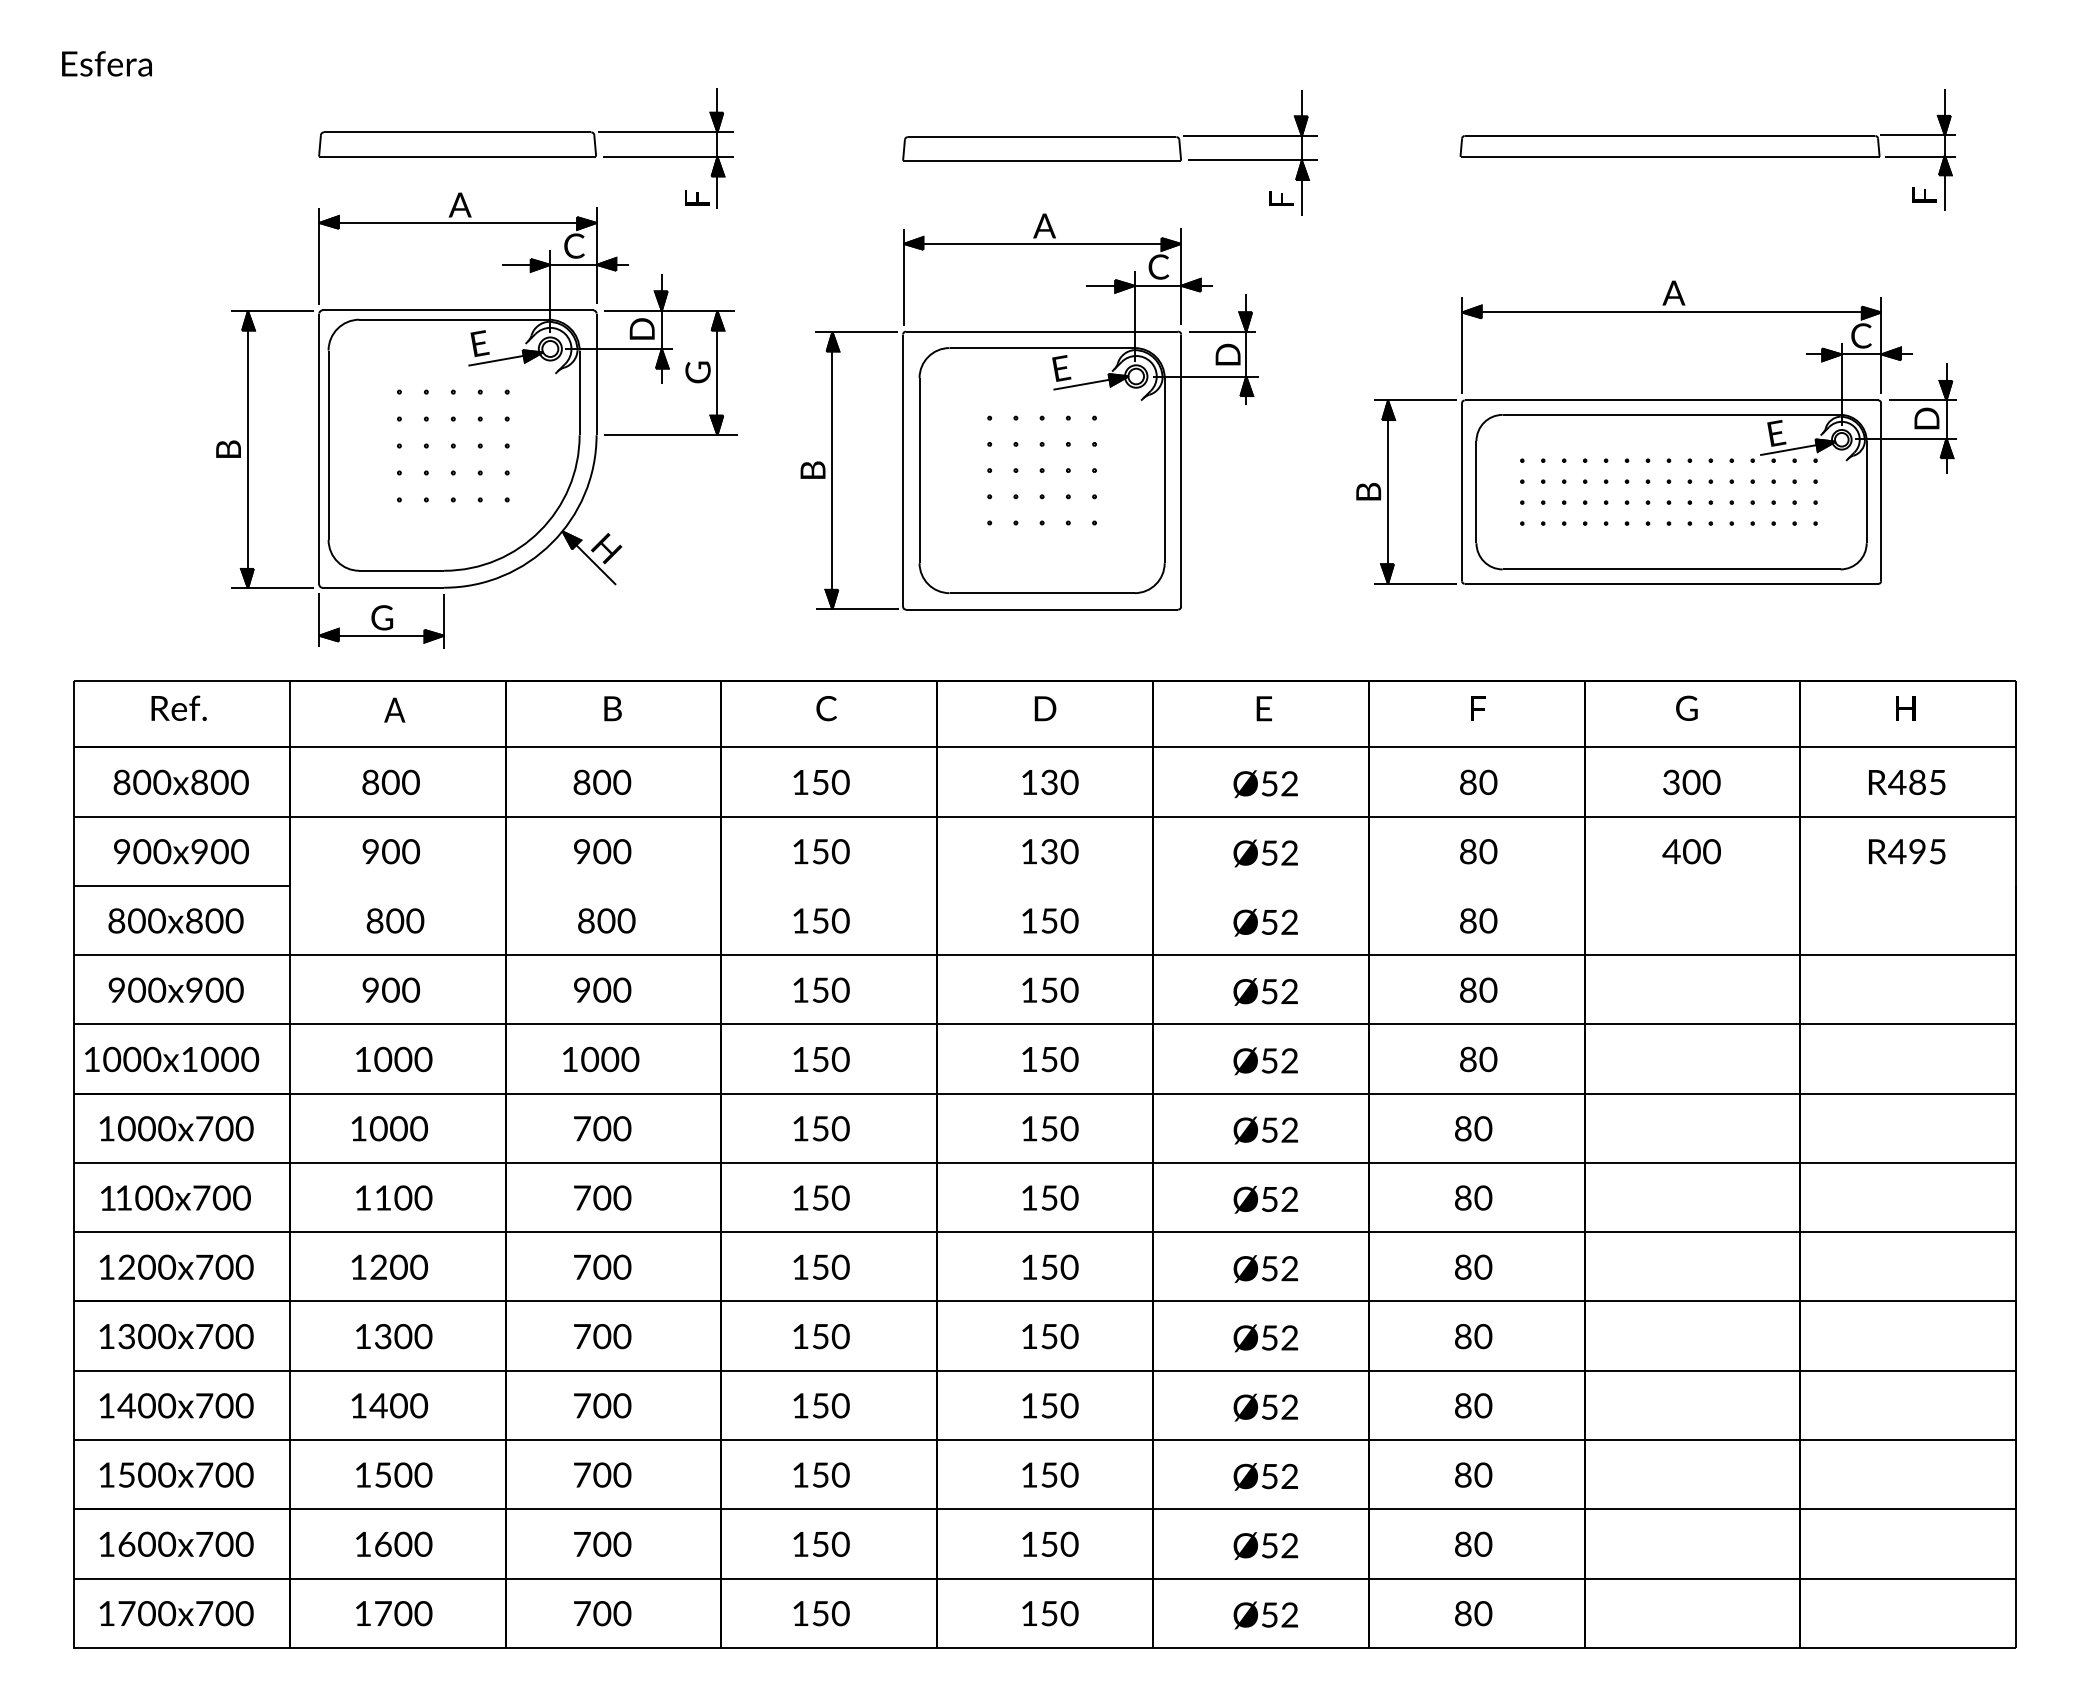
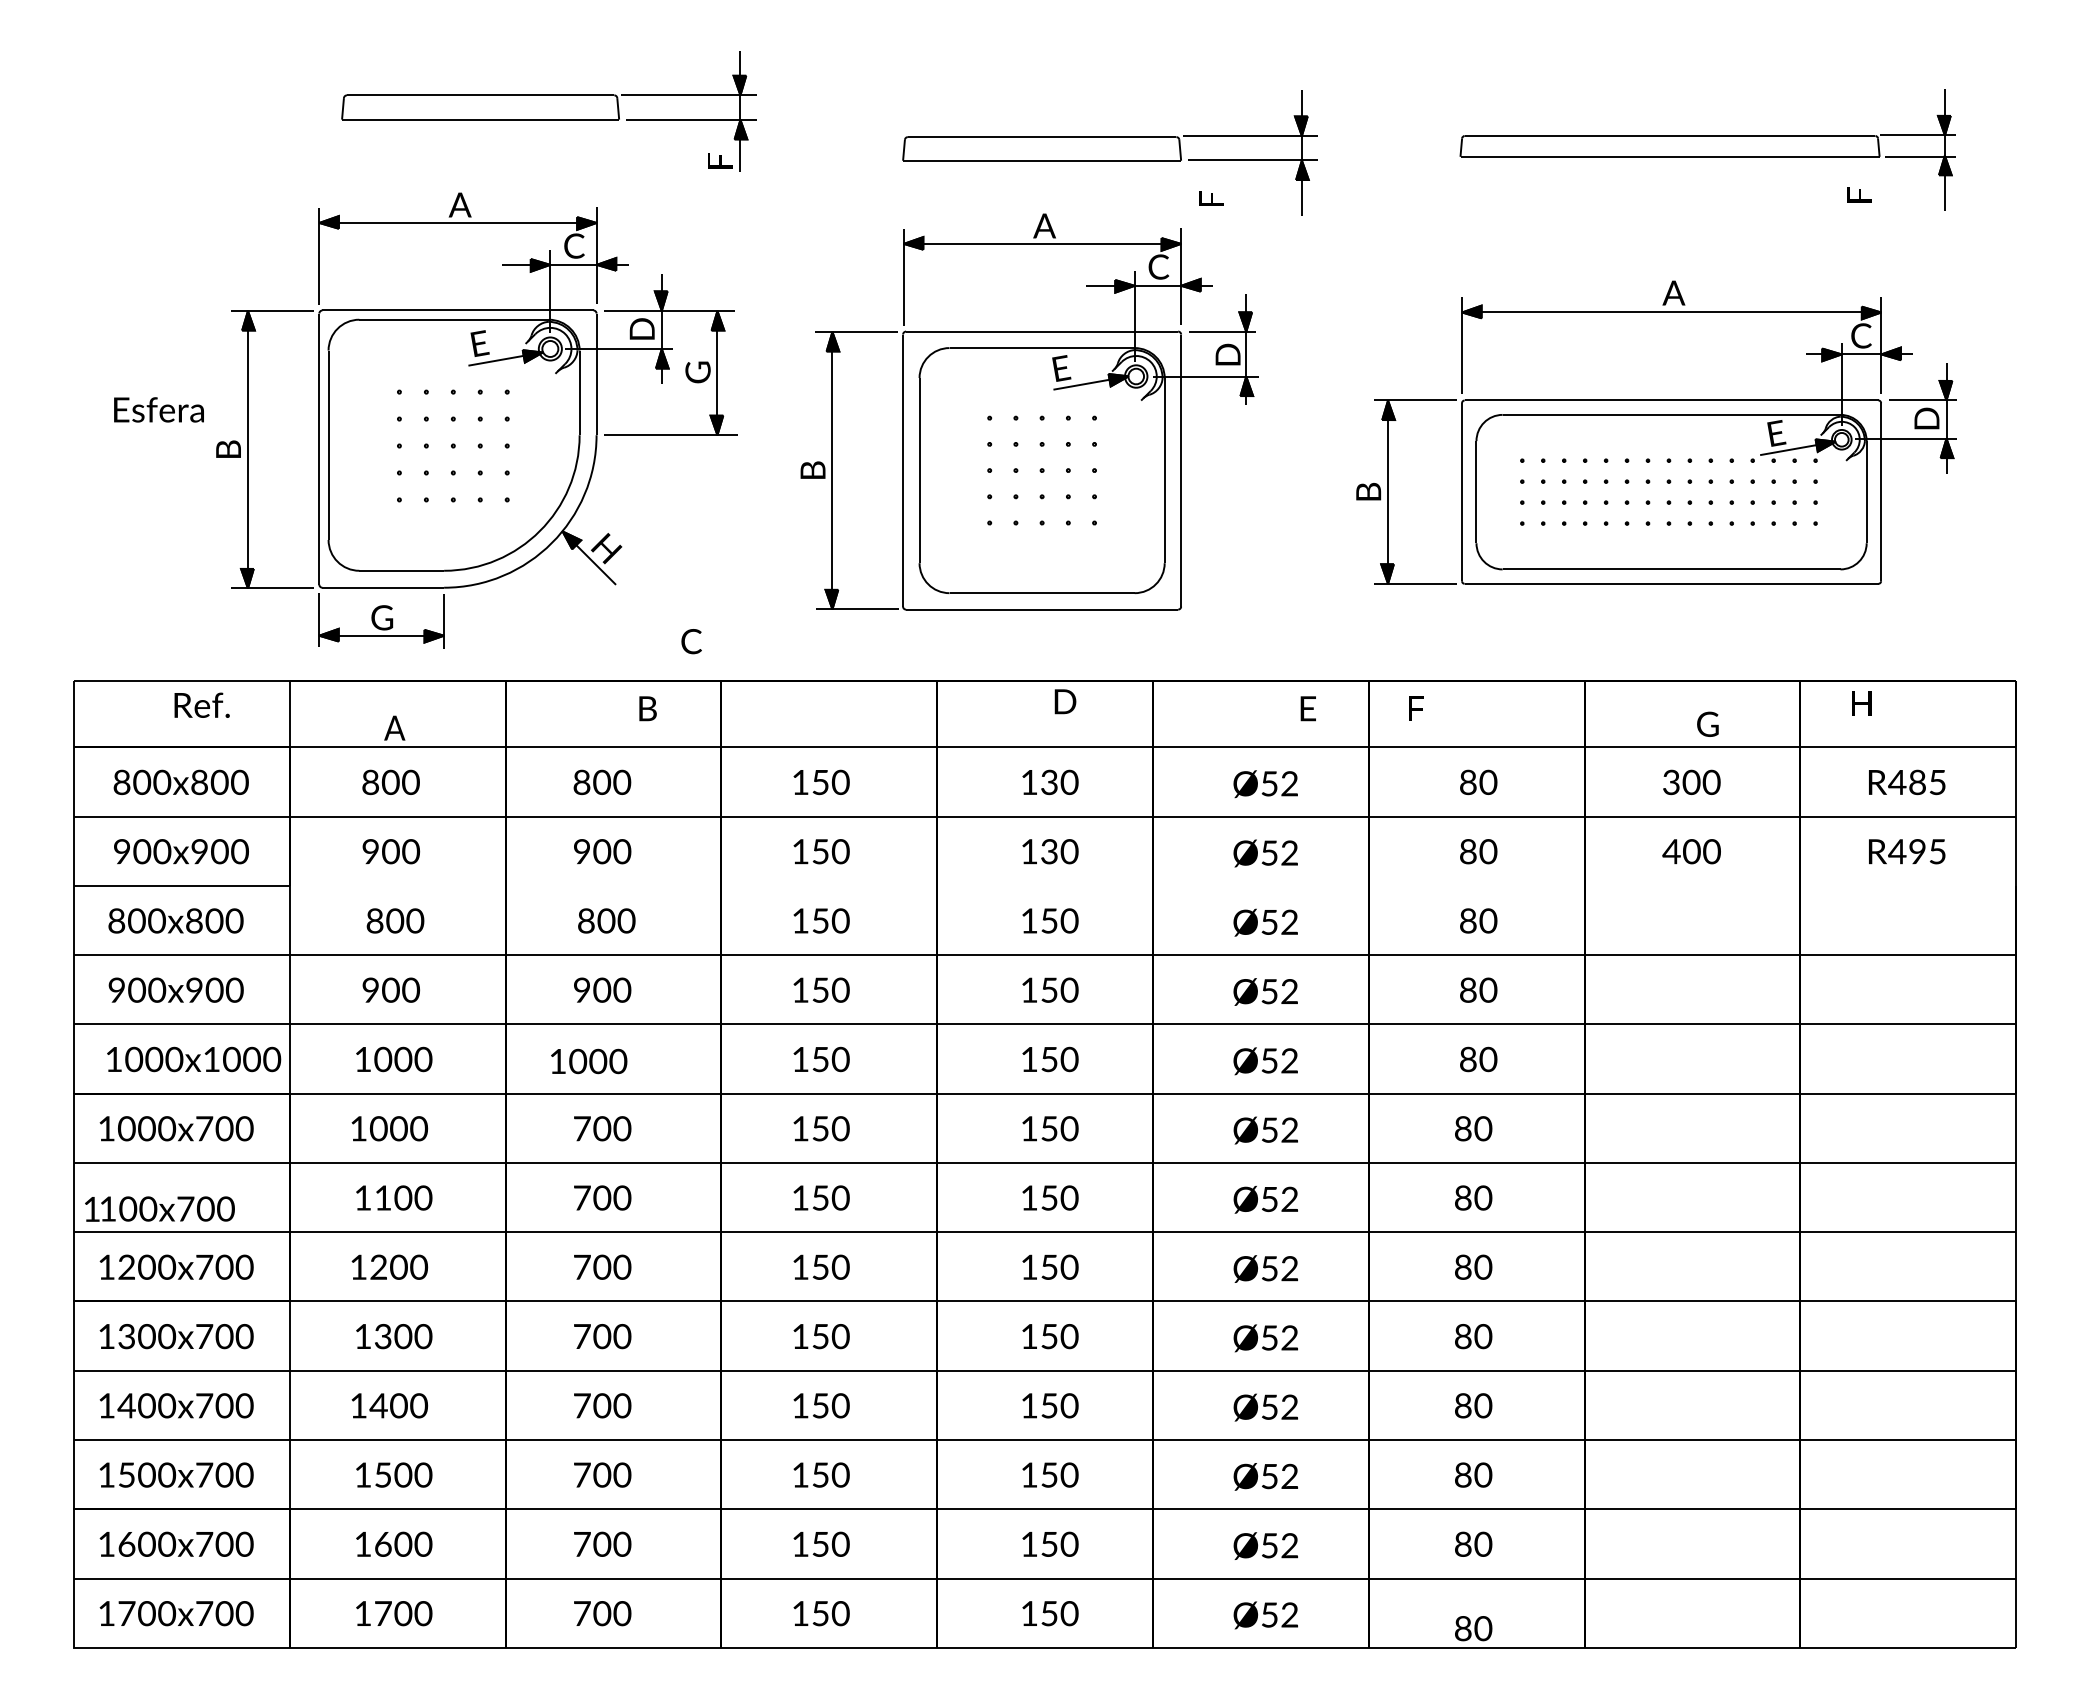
text at (106, 63) position: (106, 63) -> (158, 409)
part at (525, 148) position: (525, 148) -> (548, 111)
text at (1924, 194) position: (1924, 194) -> (1859, 194)
text at (1281, 198) position: (1281, 198) -> (1211, 198)
text at (178, 707) position: (178, 707) -> (201, 704)
text at (1686, 707) position: (1686, 707) -> (1707, 723)
text at (612, 708) position: (612, 708) -> (647, 708)
text at (826, 708) position: (826, 708) -> (691, 641)
text at (1045, 708) position: (1045, 708) -> (1065, 701)
text at (1263, 708) position: (1263, 708) -> (1307, 708)
text at (1478, 708) position: (1478, 708) -> (1416, 708)
text at (1905, 708) position: (1905, 708) -> (1861, 703)
text at (394, 709) position: (394, 709) -> (394, 727)
text at (172, 1059) position: (172, 1059) -> (194, 1059)
text at (601, 1059) position: (601, 1059) -> (589, 1061)
text at (175, 1197) position: (175, 1197) -> (159, 1208)
text at (1473, 1613) position: (1473, 1613) -> (1473, 1628)
